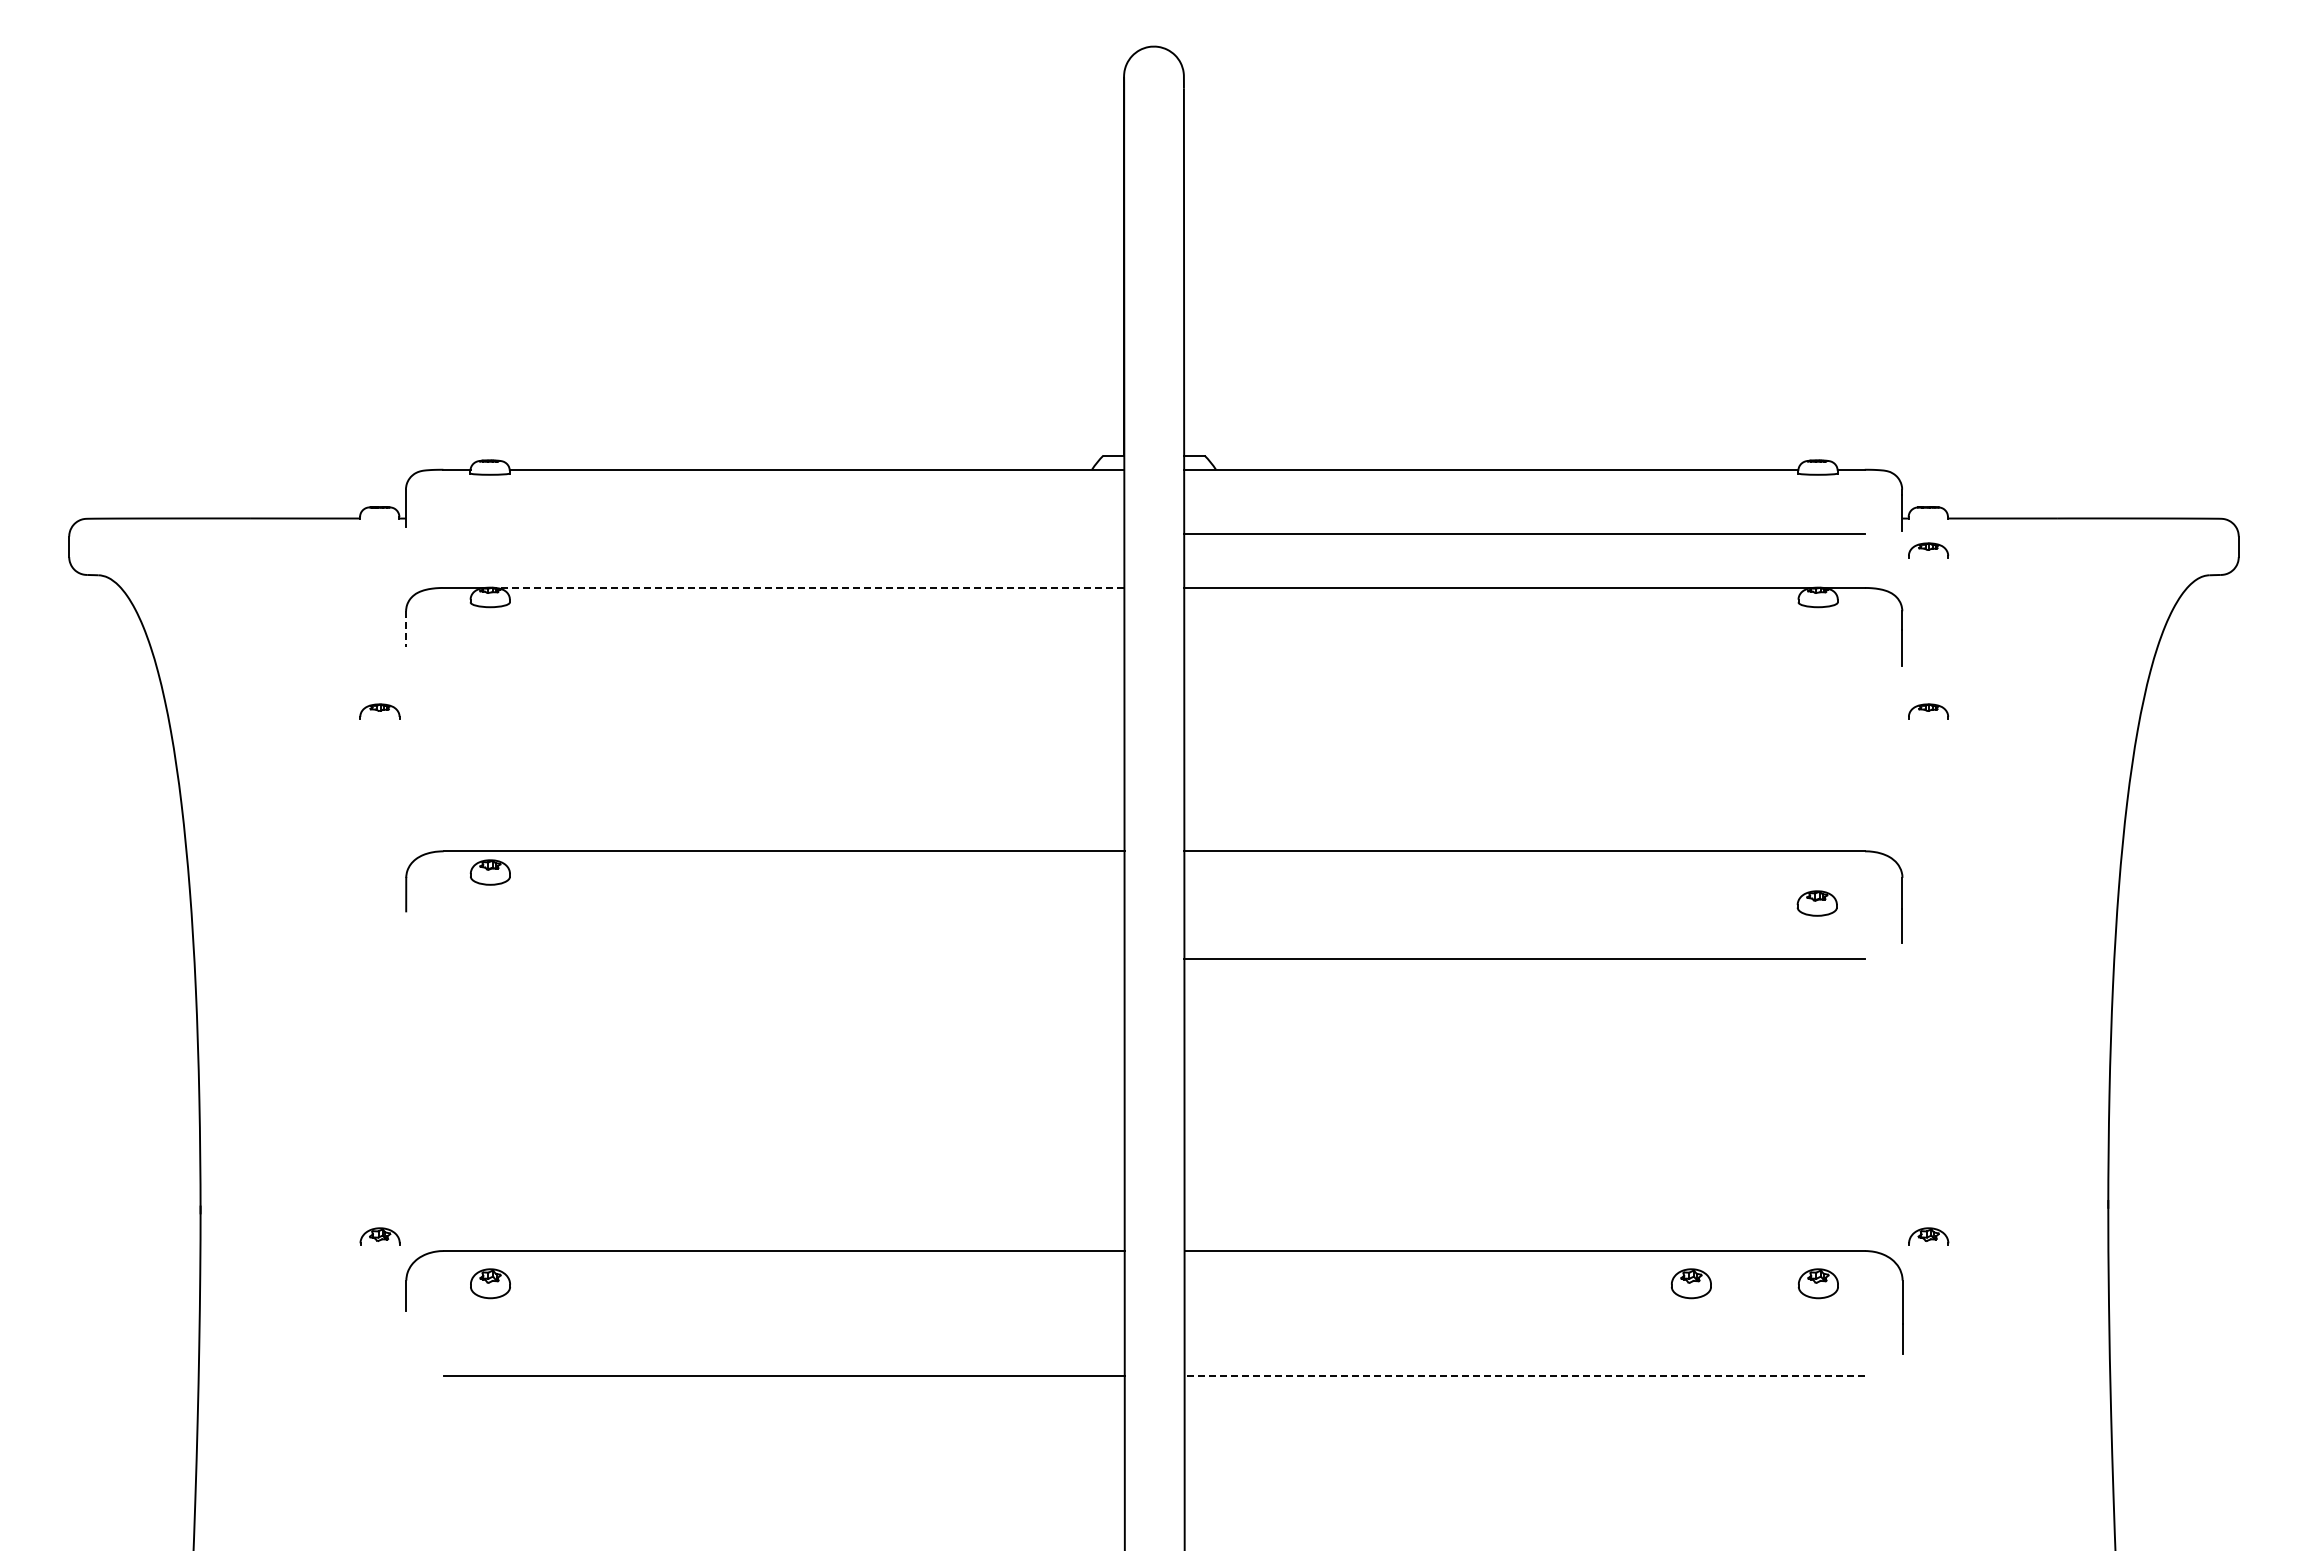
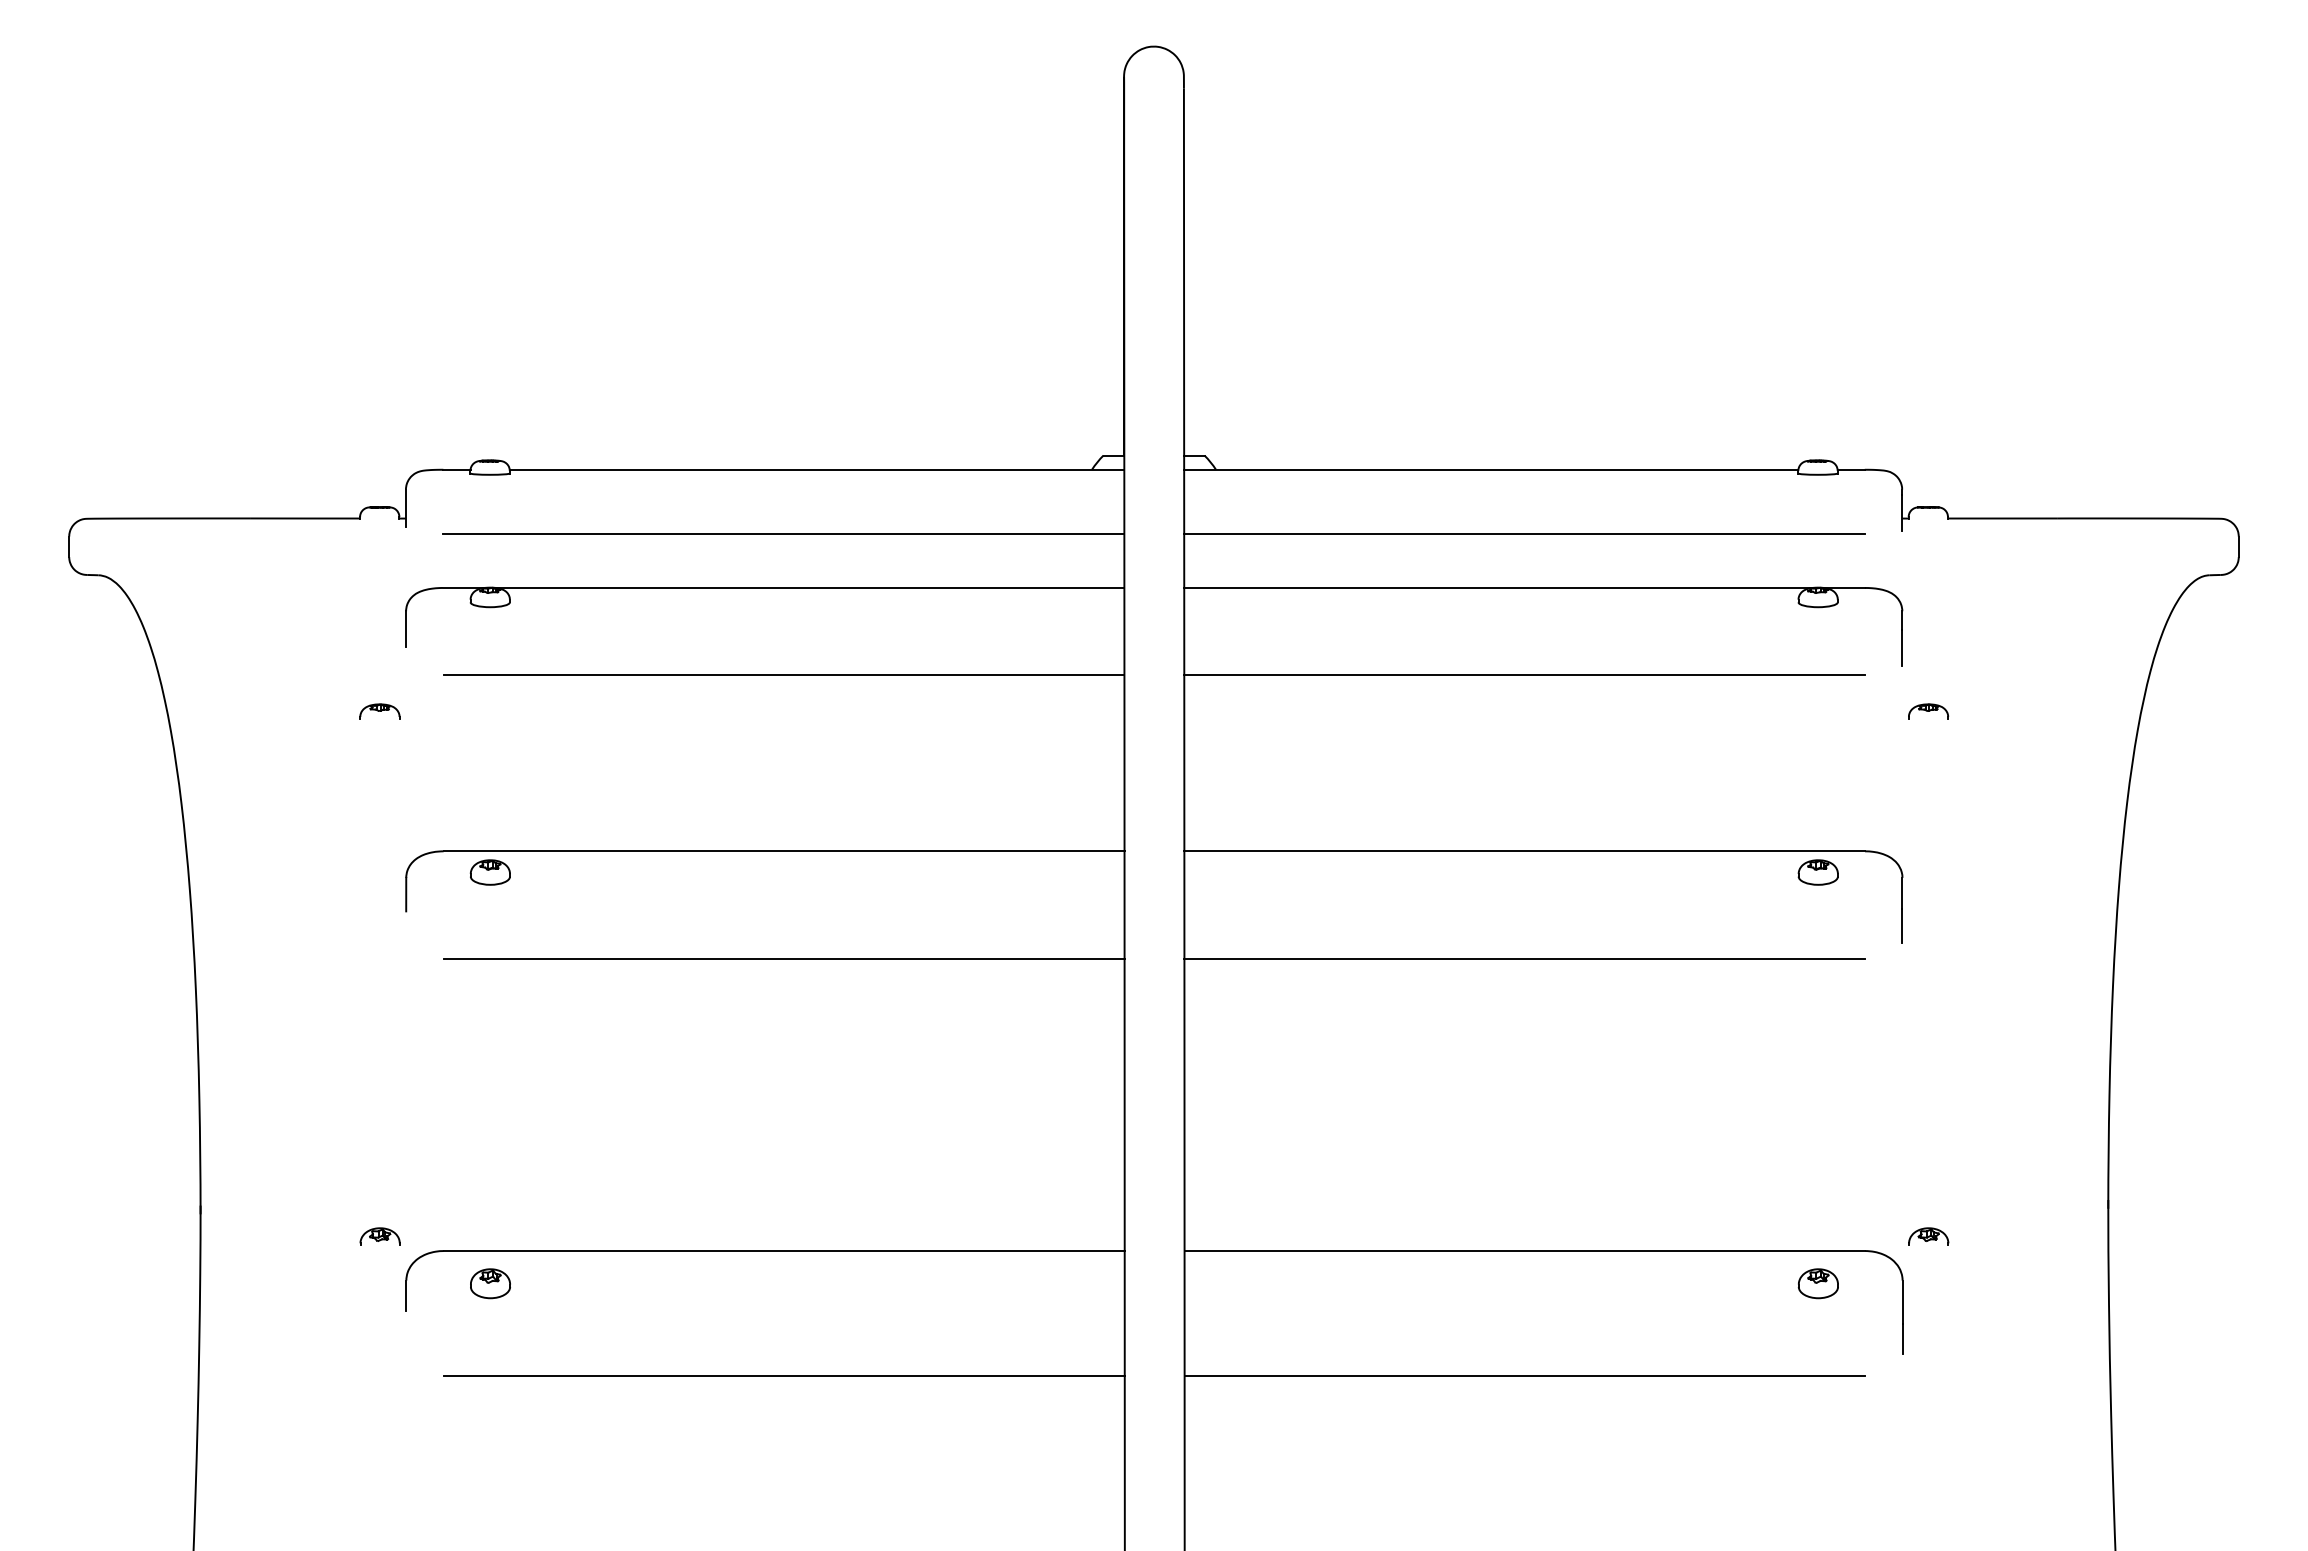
line at (783, 534): none -> present
part at (1928, 550): present -> none
line at (809, 587): dashed -> solid
line at (406, 629): dashed -> solid
line at (783, 675): none -> present
line at (1524, 675): none -> present
part at (1816, 903) position: (1816, 903) -> (1817, 872)
line at (783, 958): none -> present
part at (1690, 1283): present -> none
line at (1524, 1375): dashed -> solid
